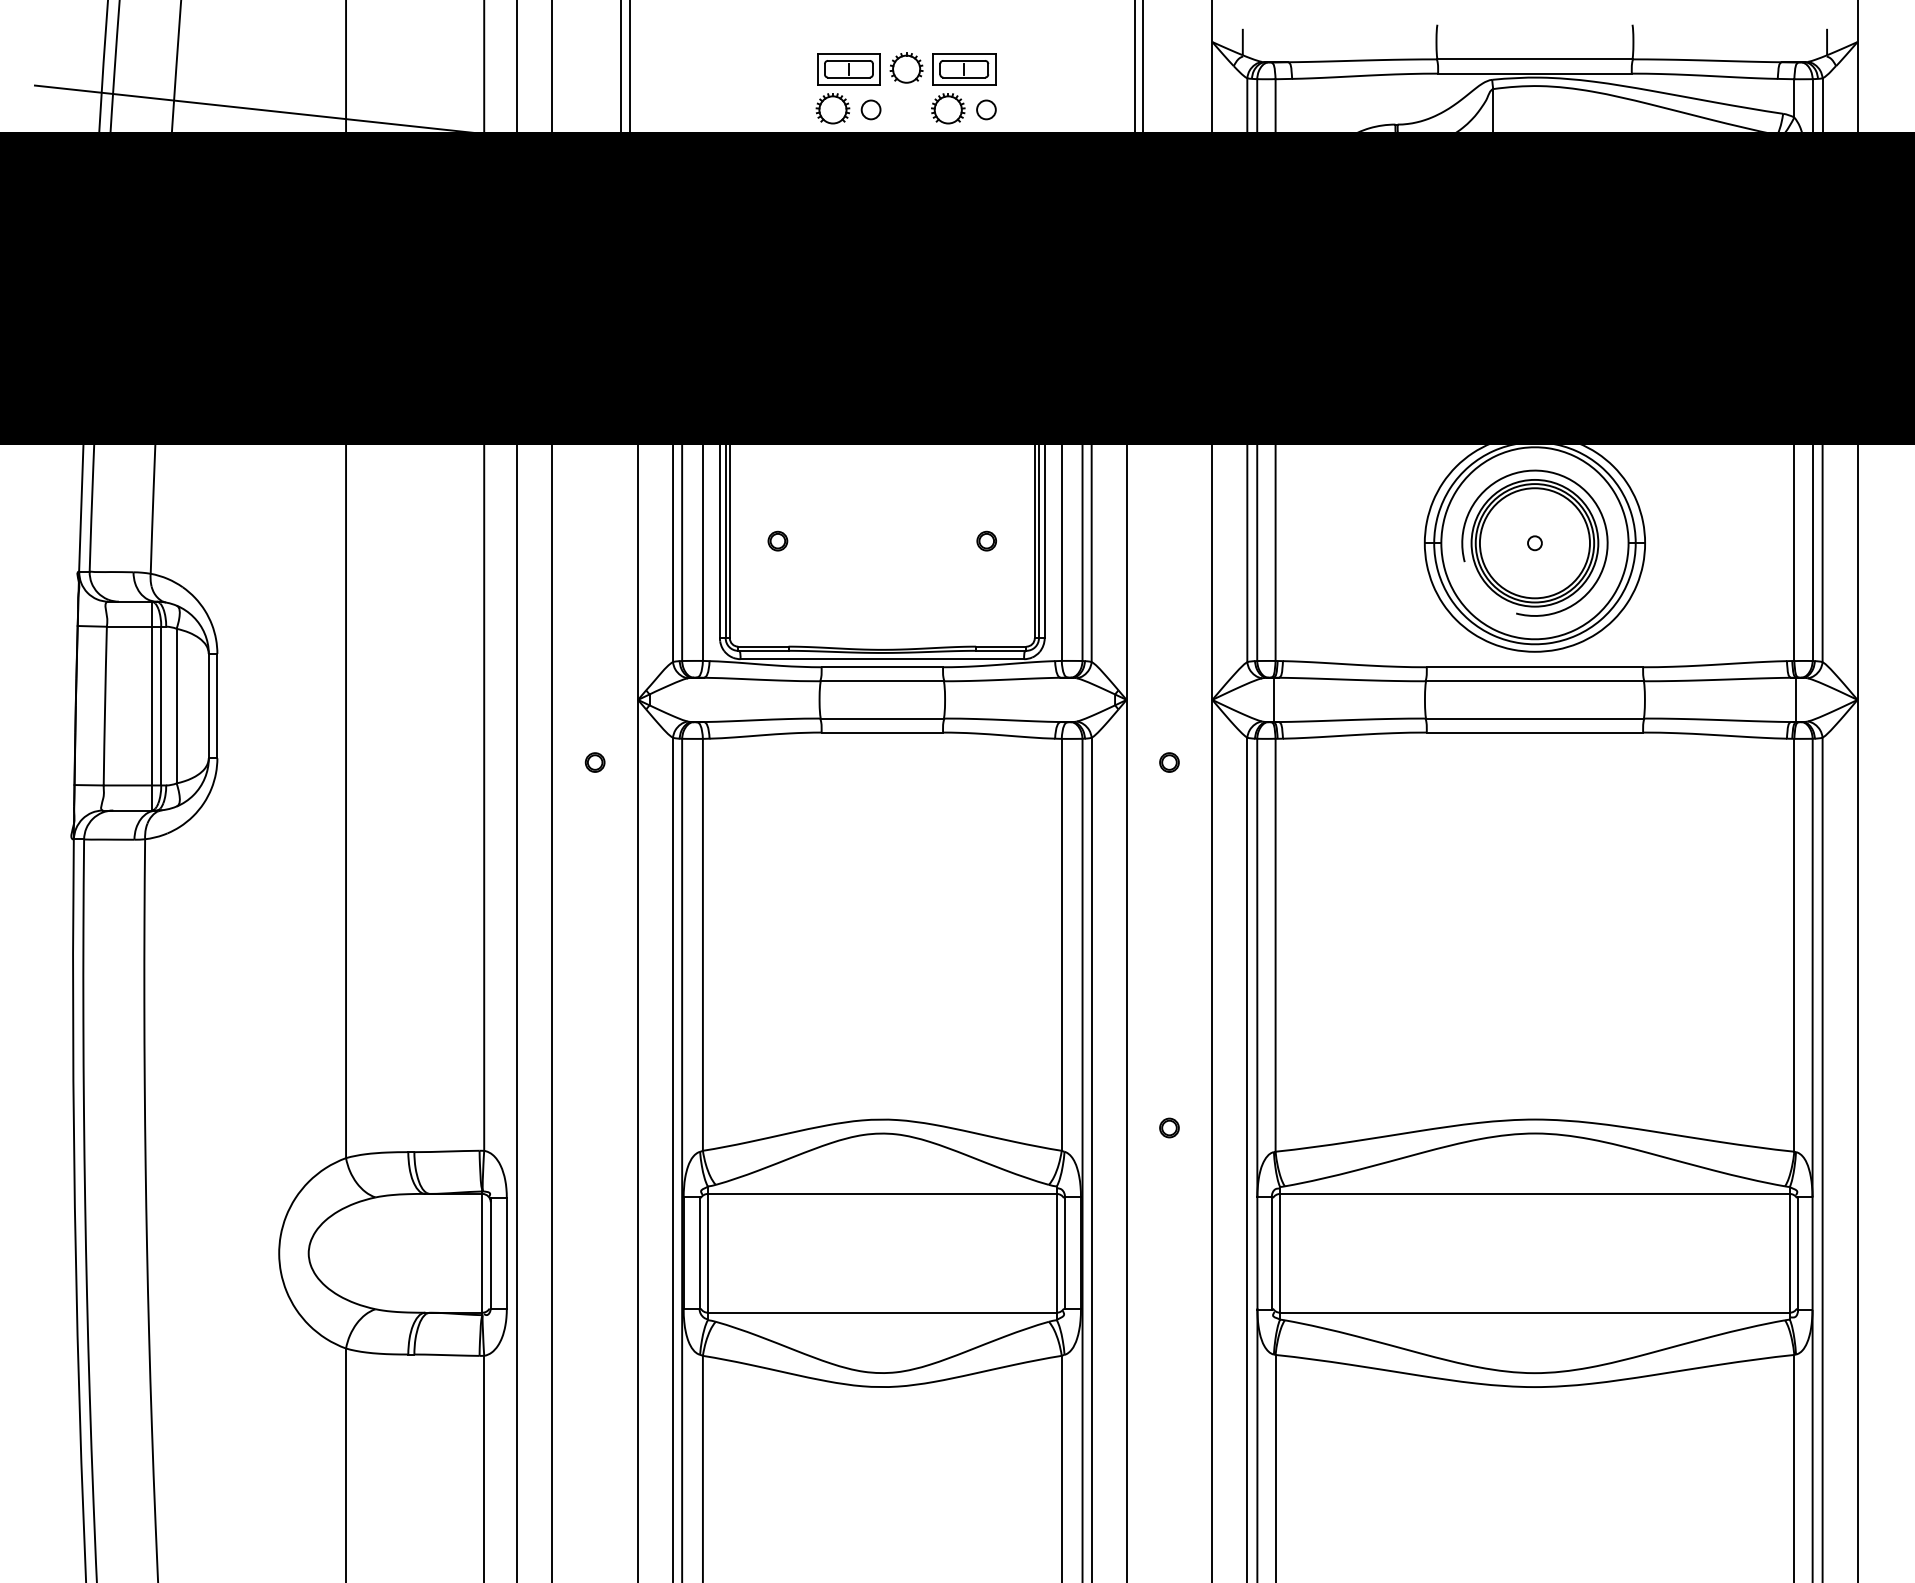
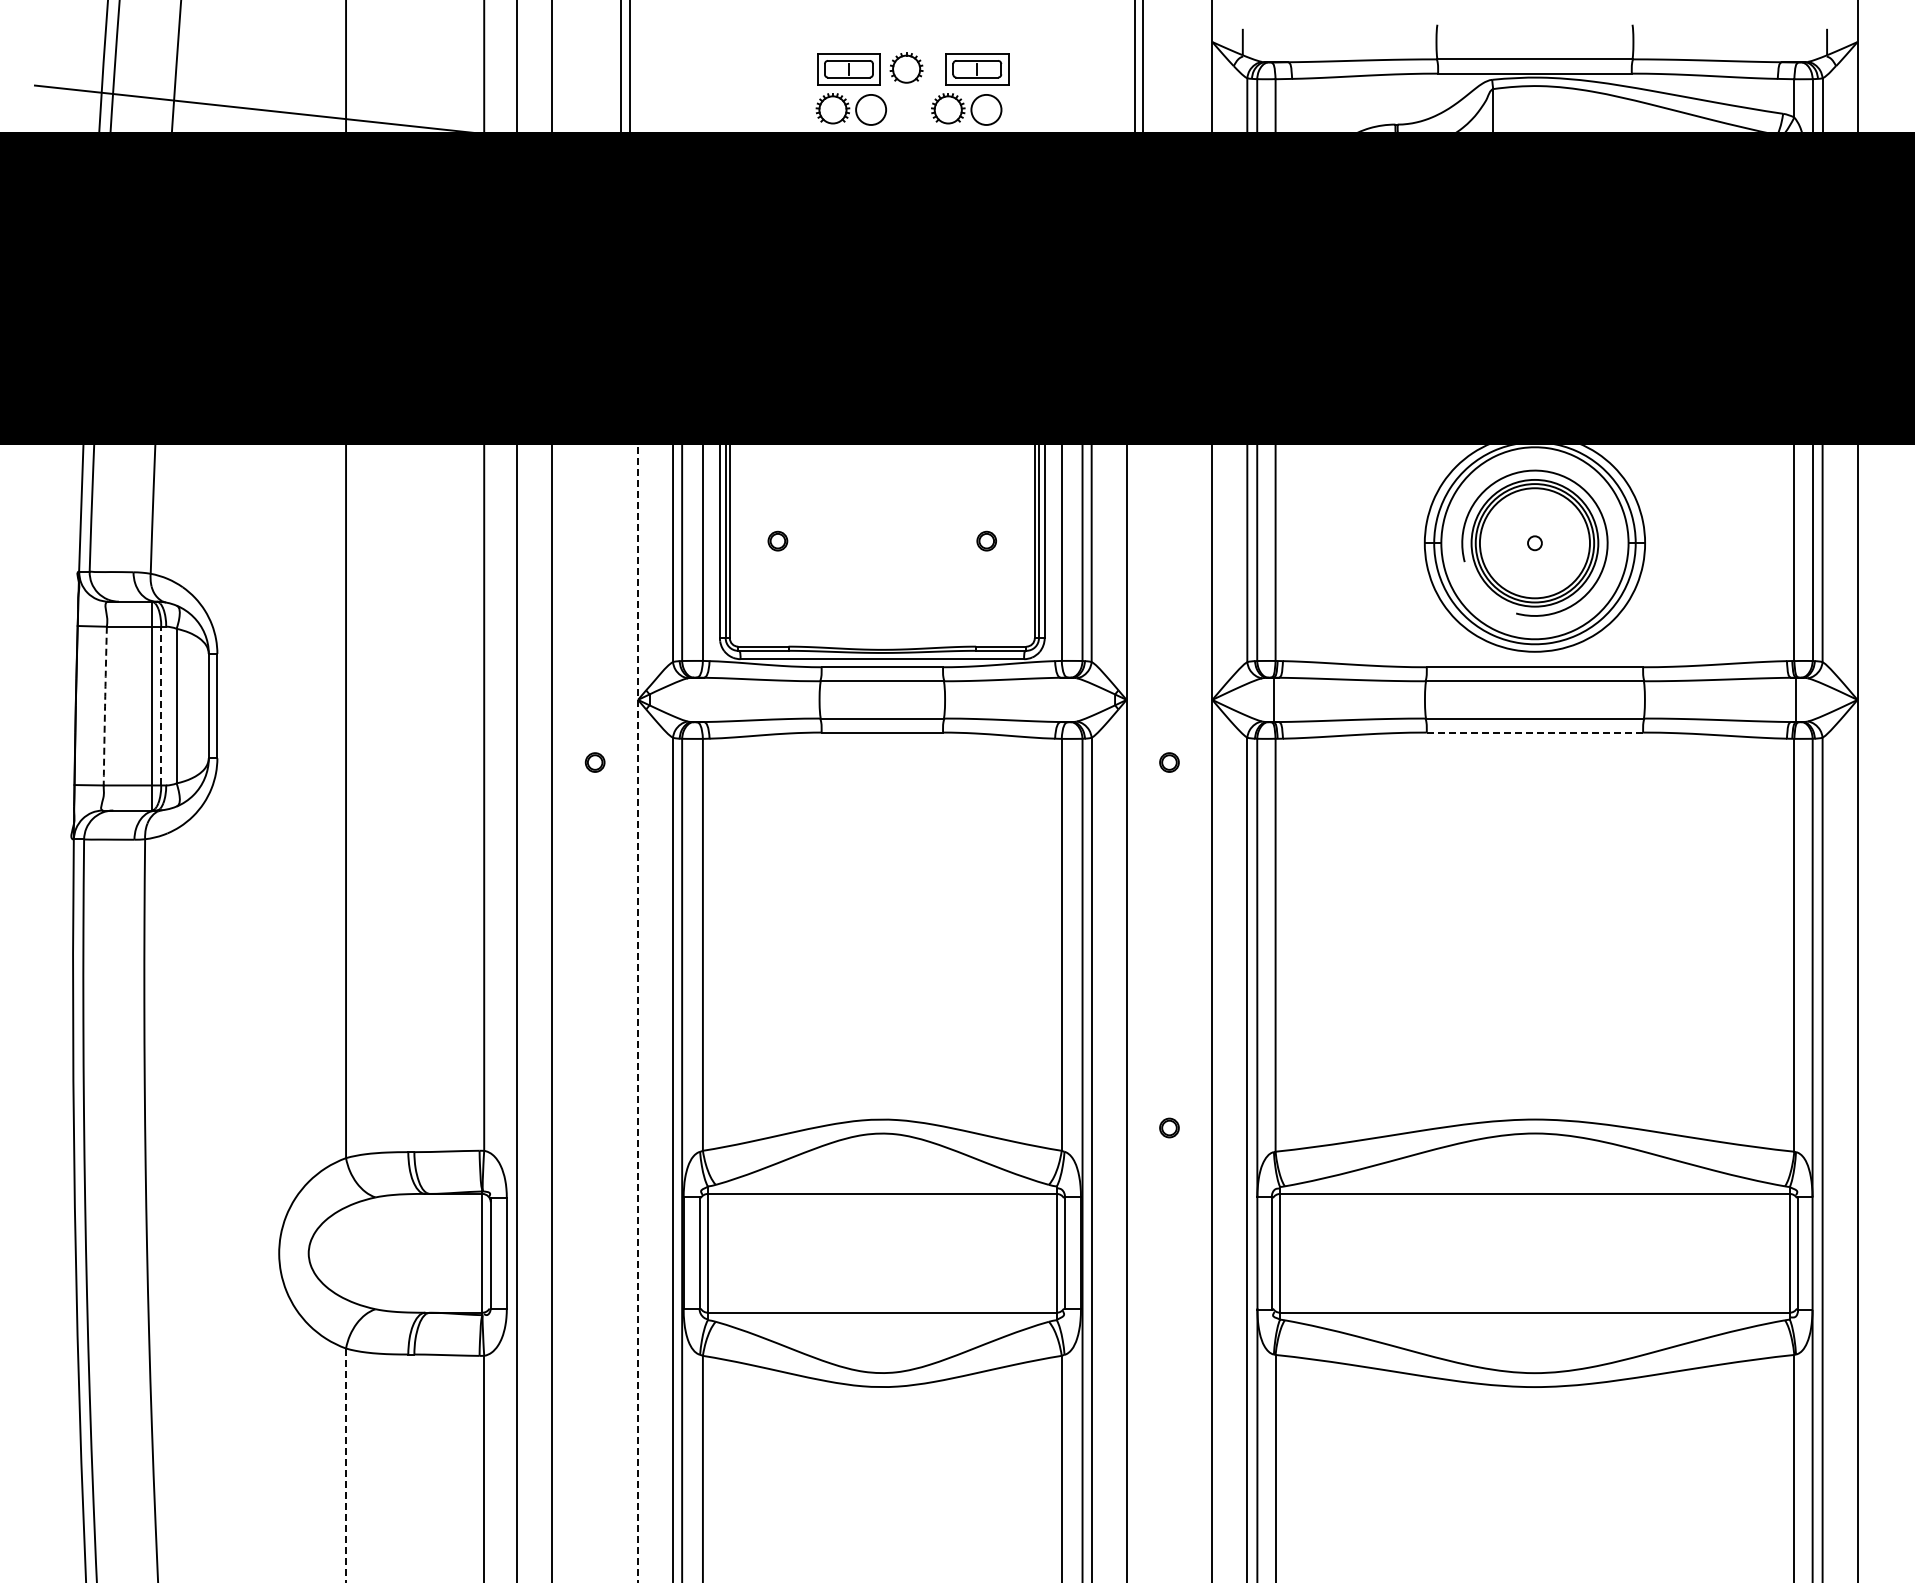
part at (964, 69) position: (964, 69) -> (977, 69)
circle at (870, 109) diameter: 19 px -> 30 px
circle at (986, 109) diameter: 19 px -> 30 px
line at (161, 705): solid -> dashed
arc at (105, 706): solid -> dashed
line at (1535, 732): solid -> dashed
line at (638, 925): solid -> dashed
line at (346, 1465): solid -> dashed
